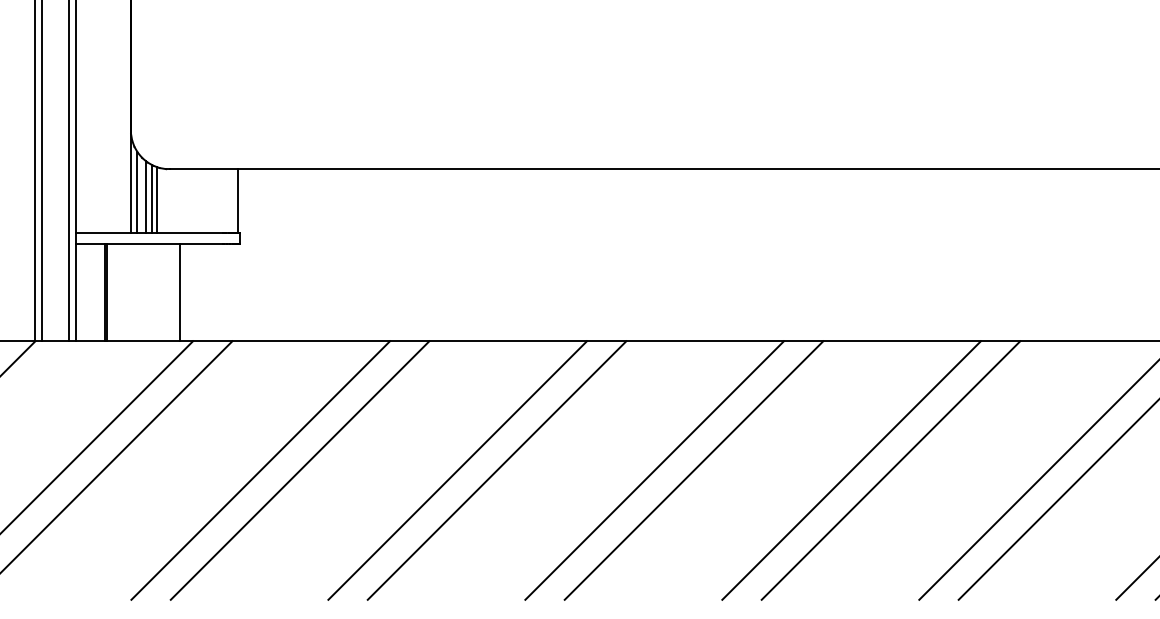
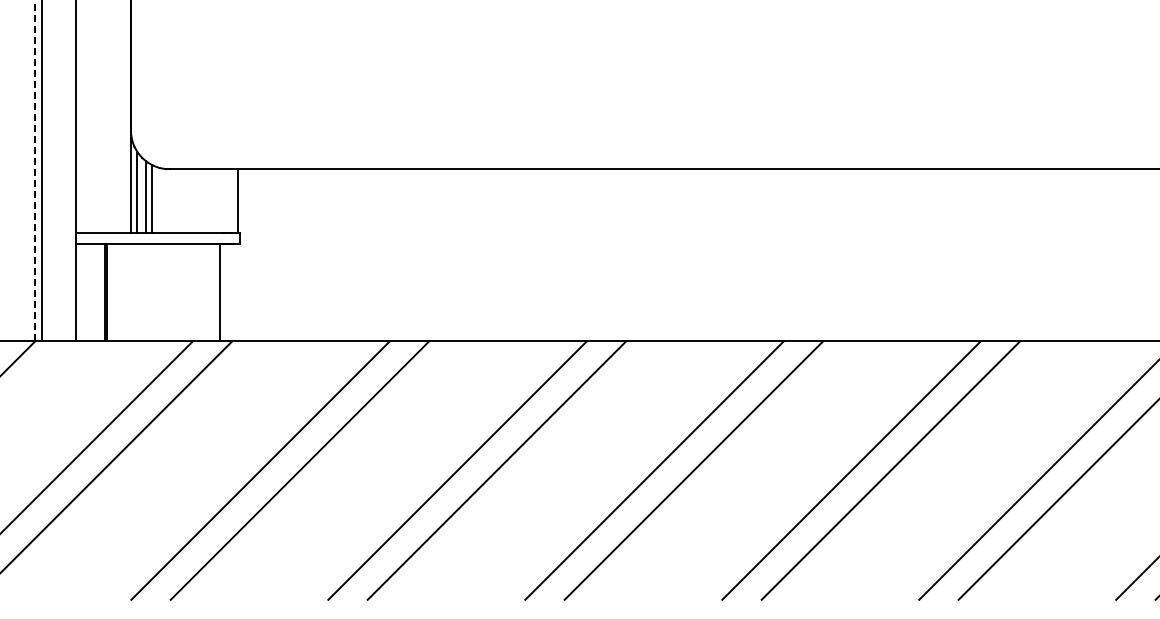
line at (35, 169): solid -> dashed
line at (69, 171): present -> none
line at (156, 199): present -> none
line at (179, 292) position: (179, 292) -> (219, 292)
